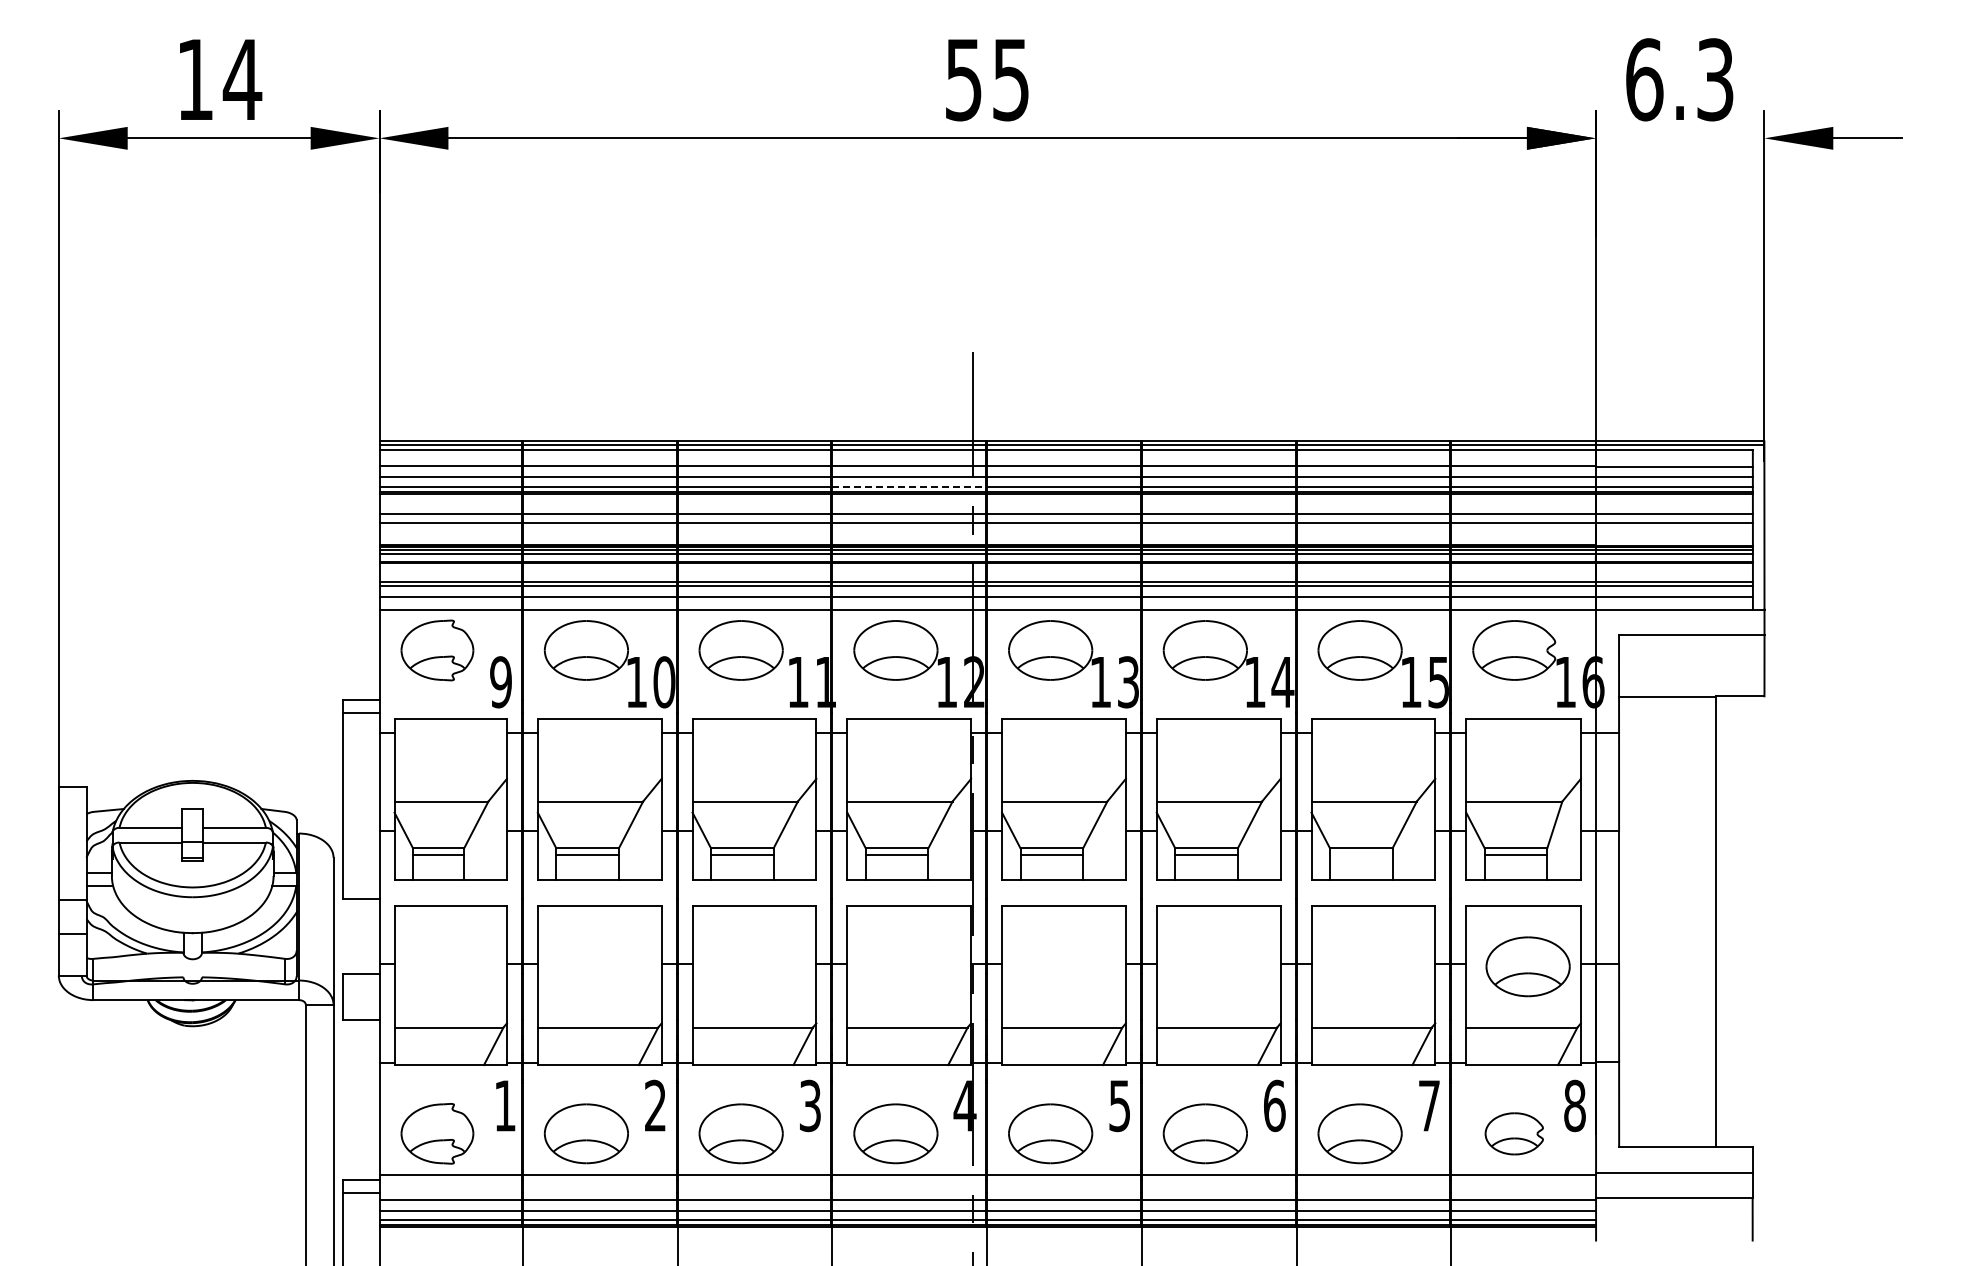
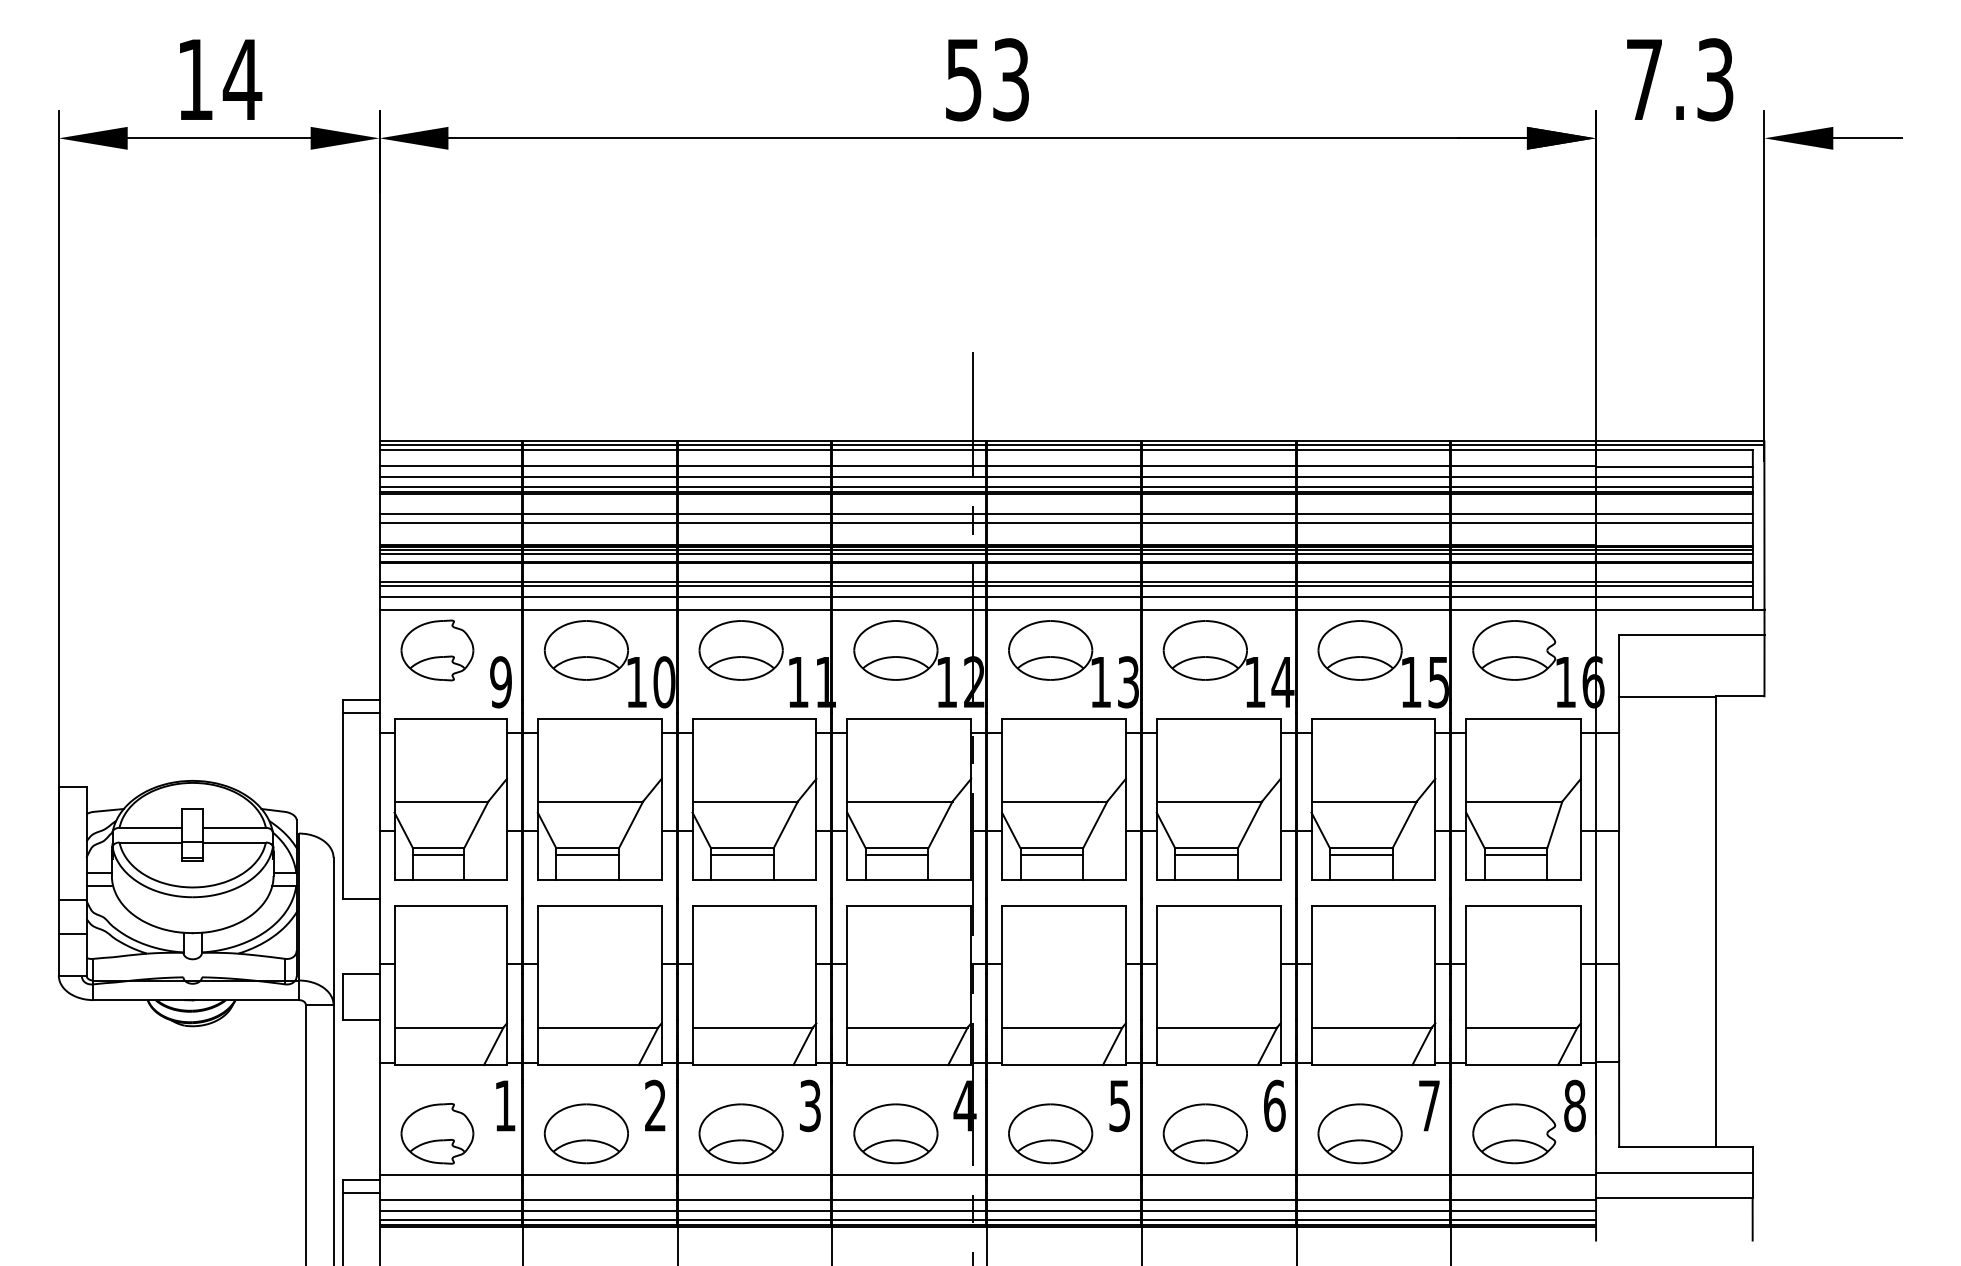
text at (1010, 79): 55 -> 53
text at (1644, 79): 6.3 -> 7.3
line at (909, 486): dashed -> solid
line at (1361, 855): none -> present
part at (1527, 966): present -> none
part at (1513, 1133) size: 60x44 px -> 85x62 px
